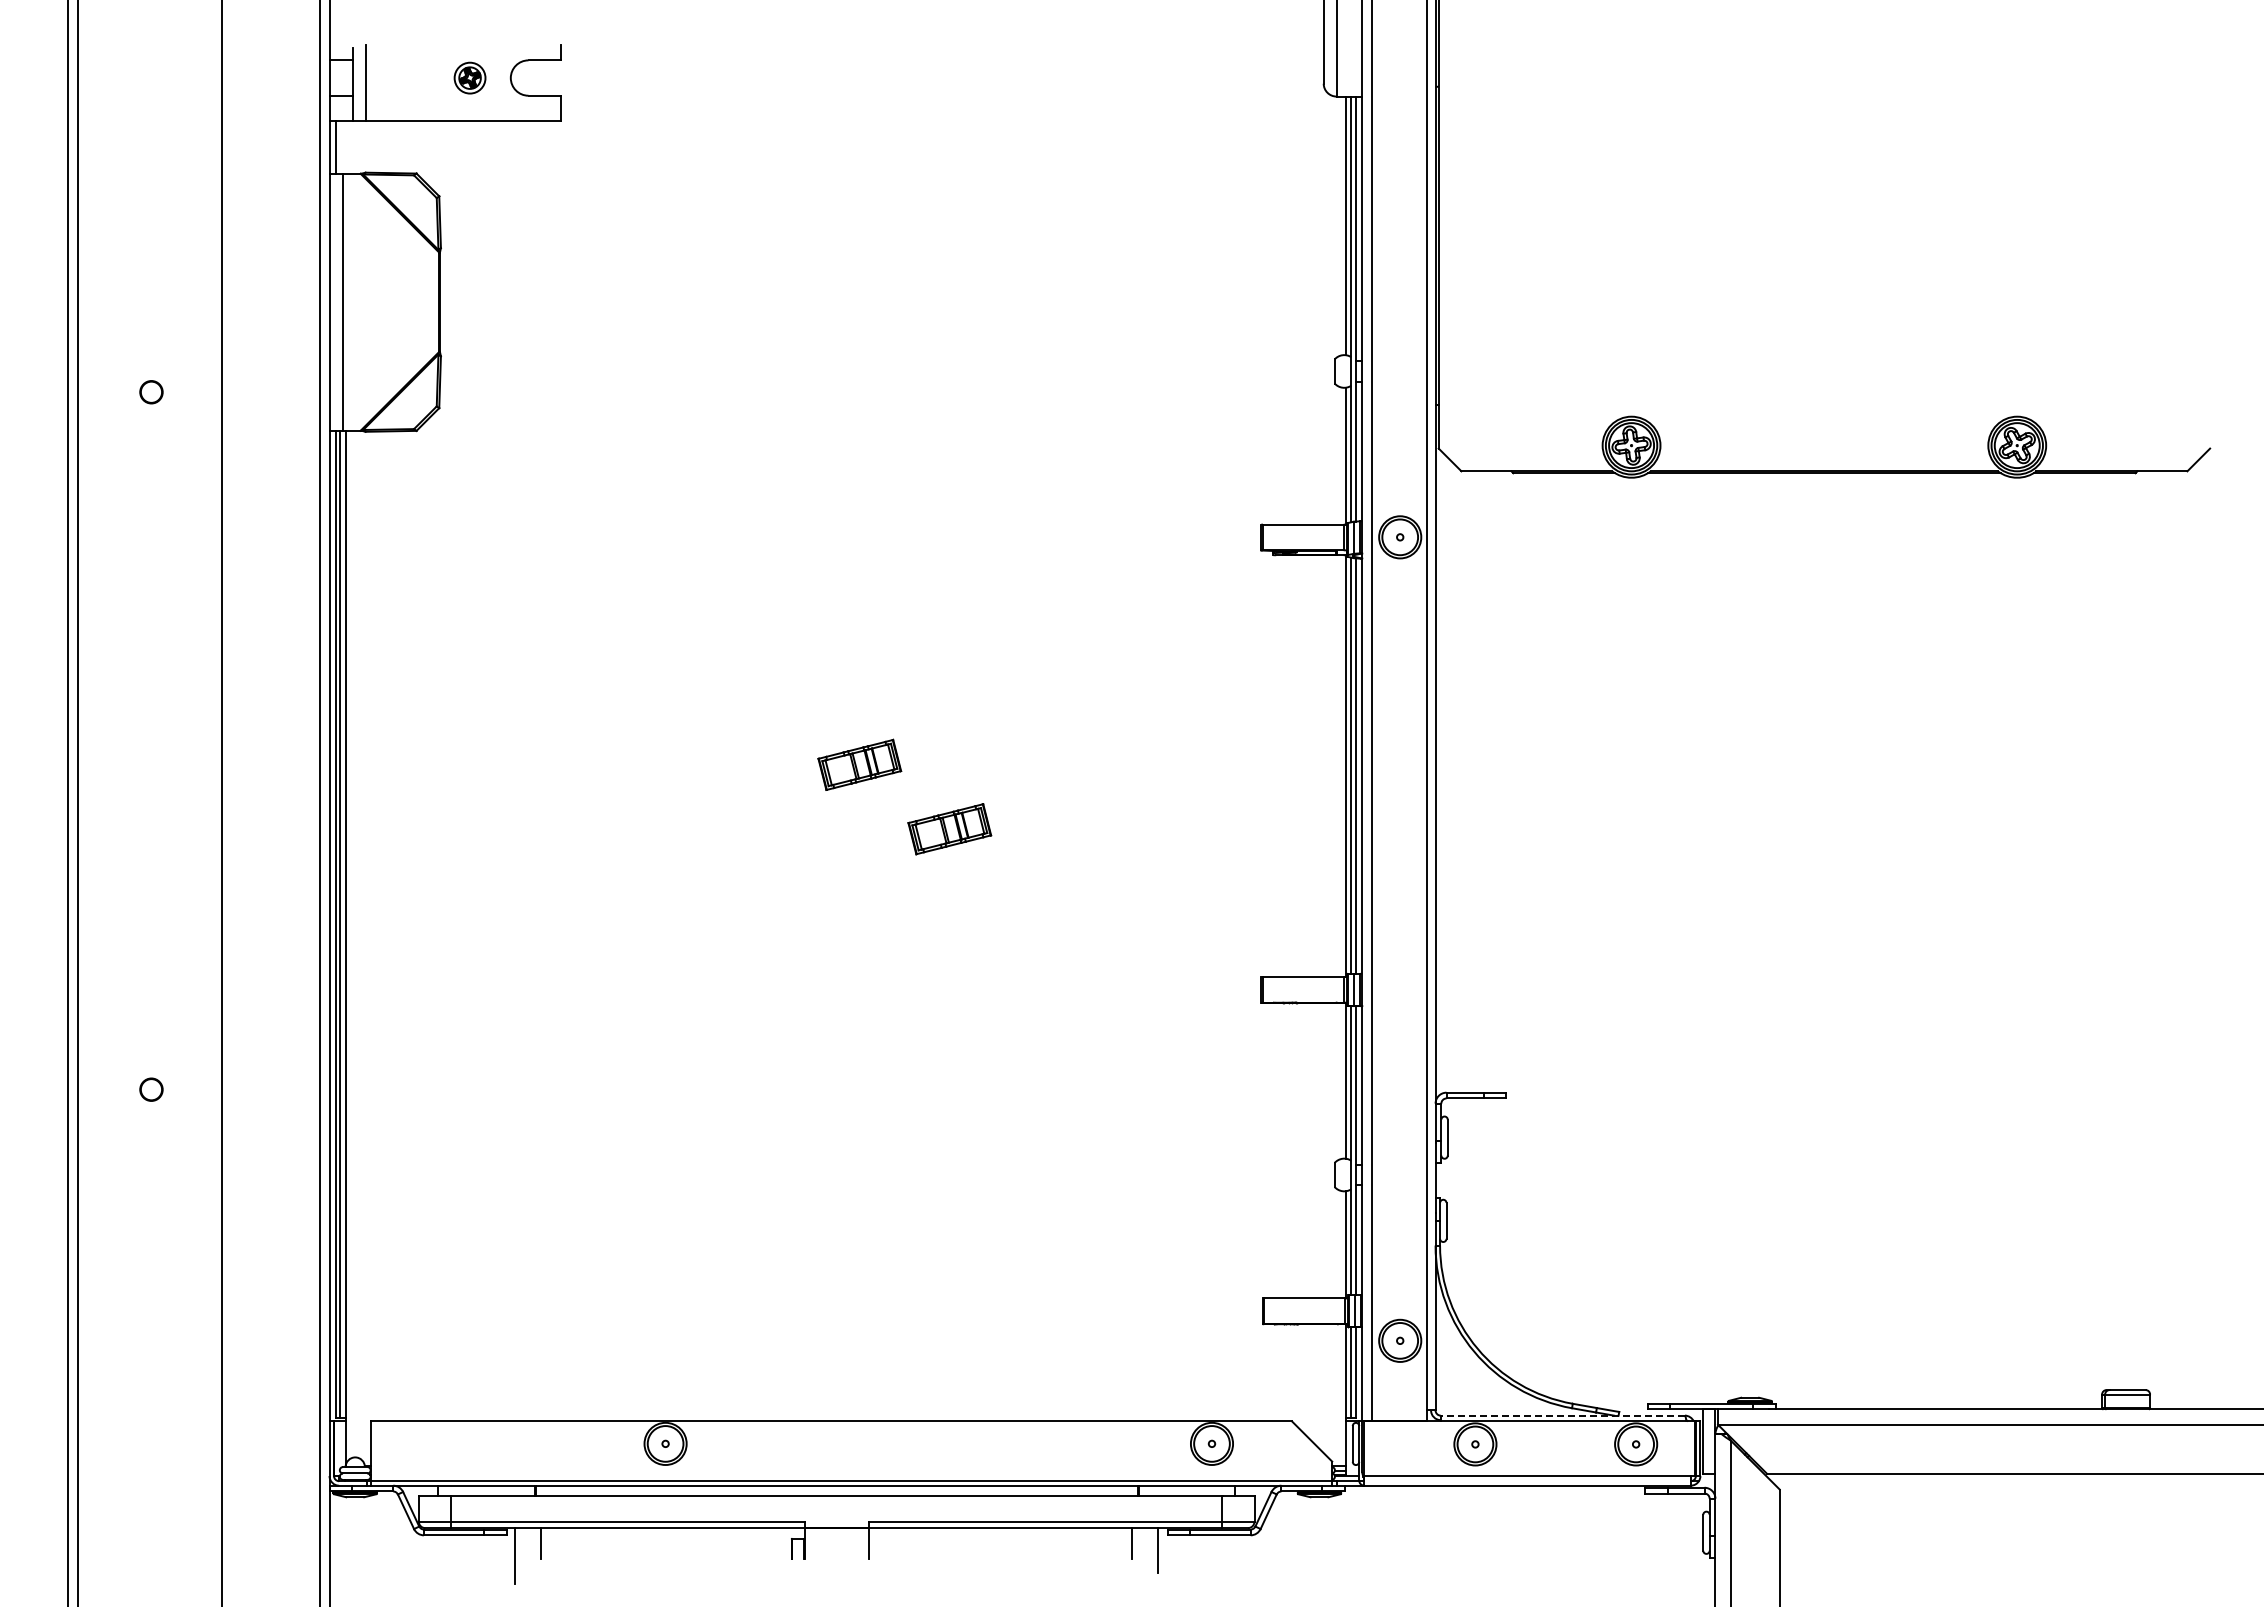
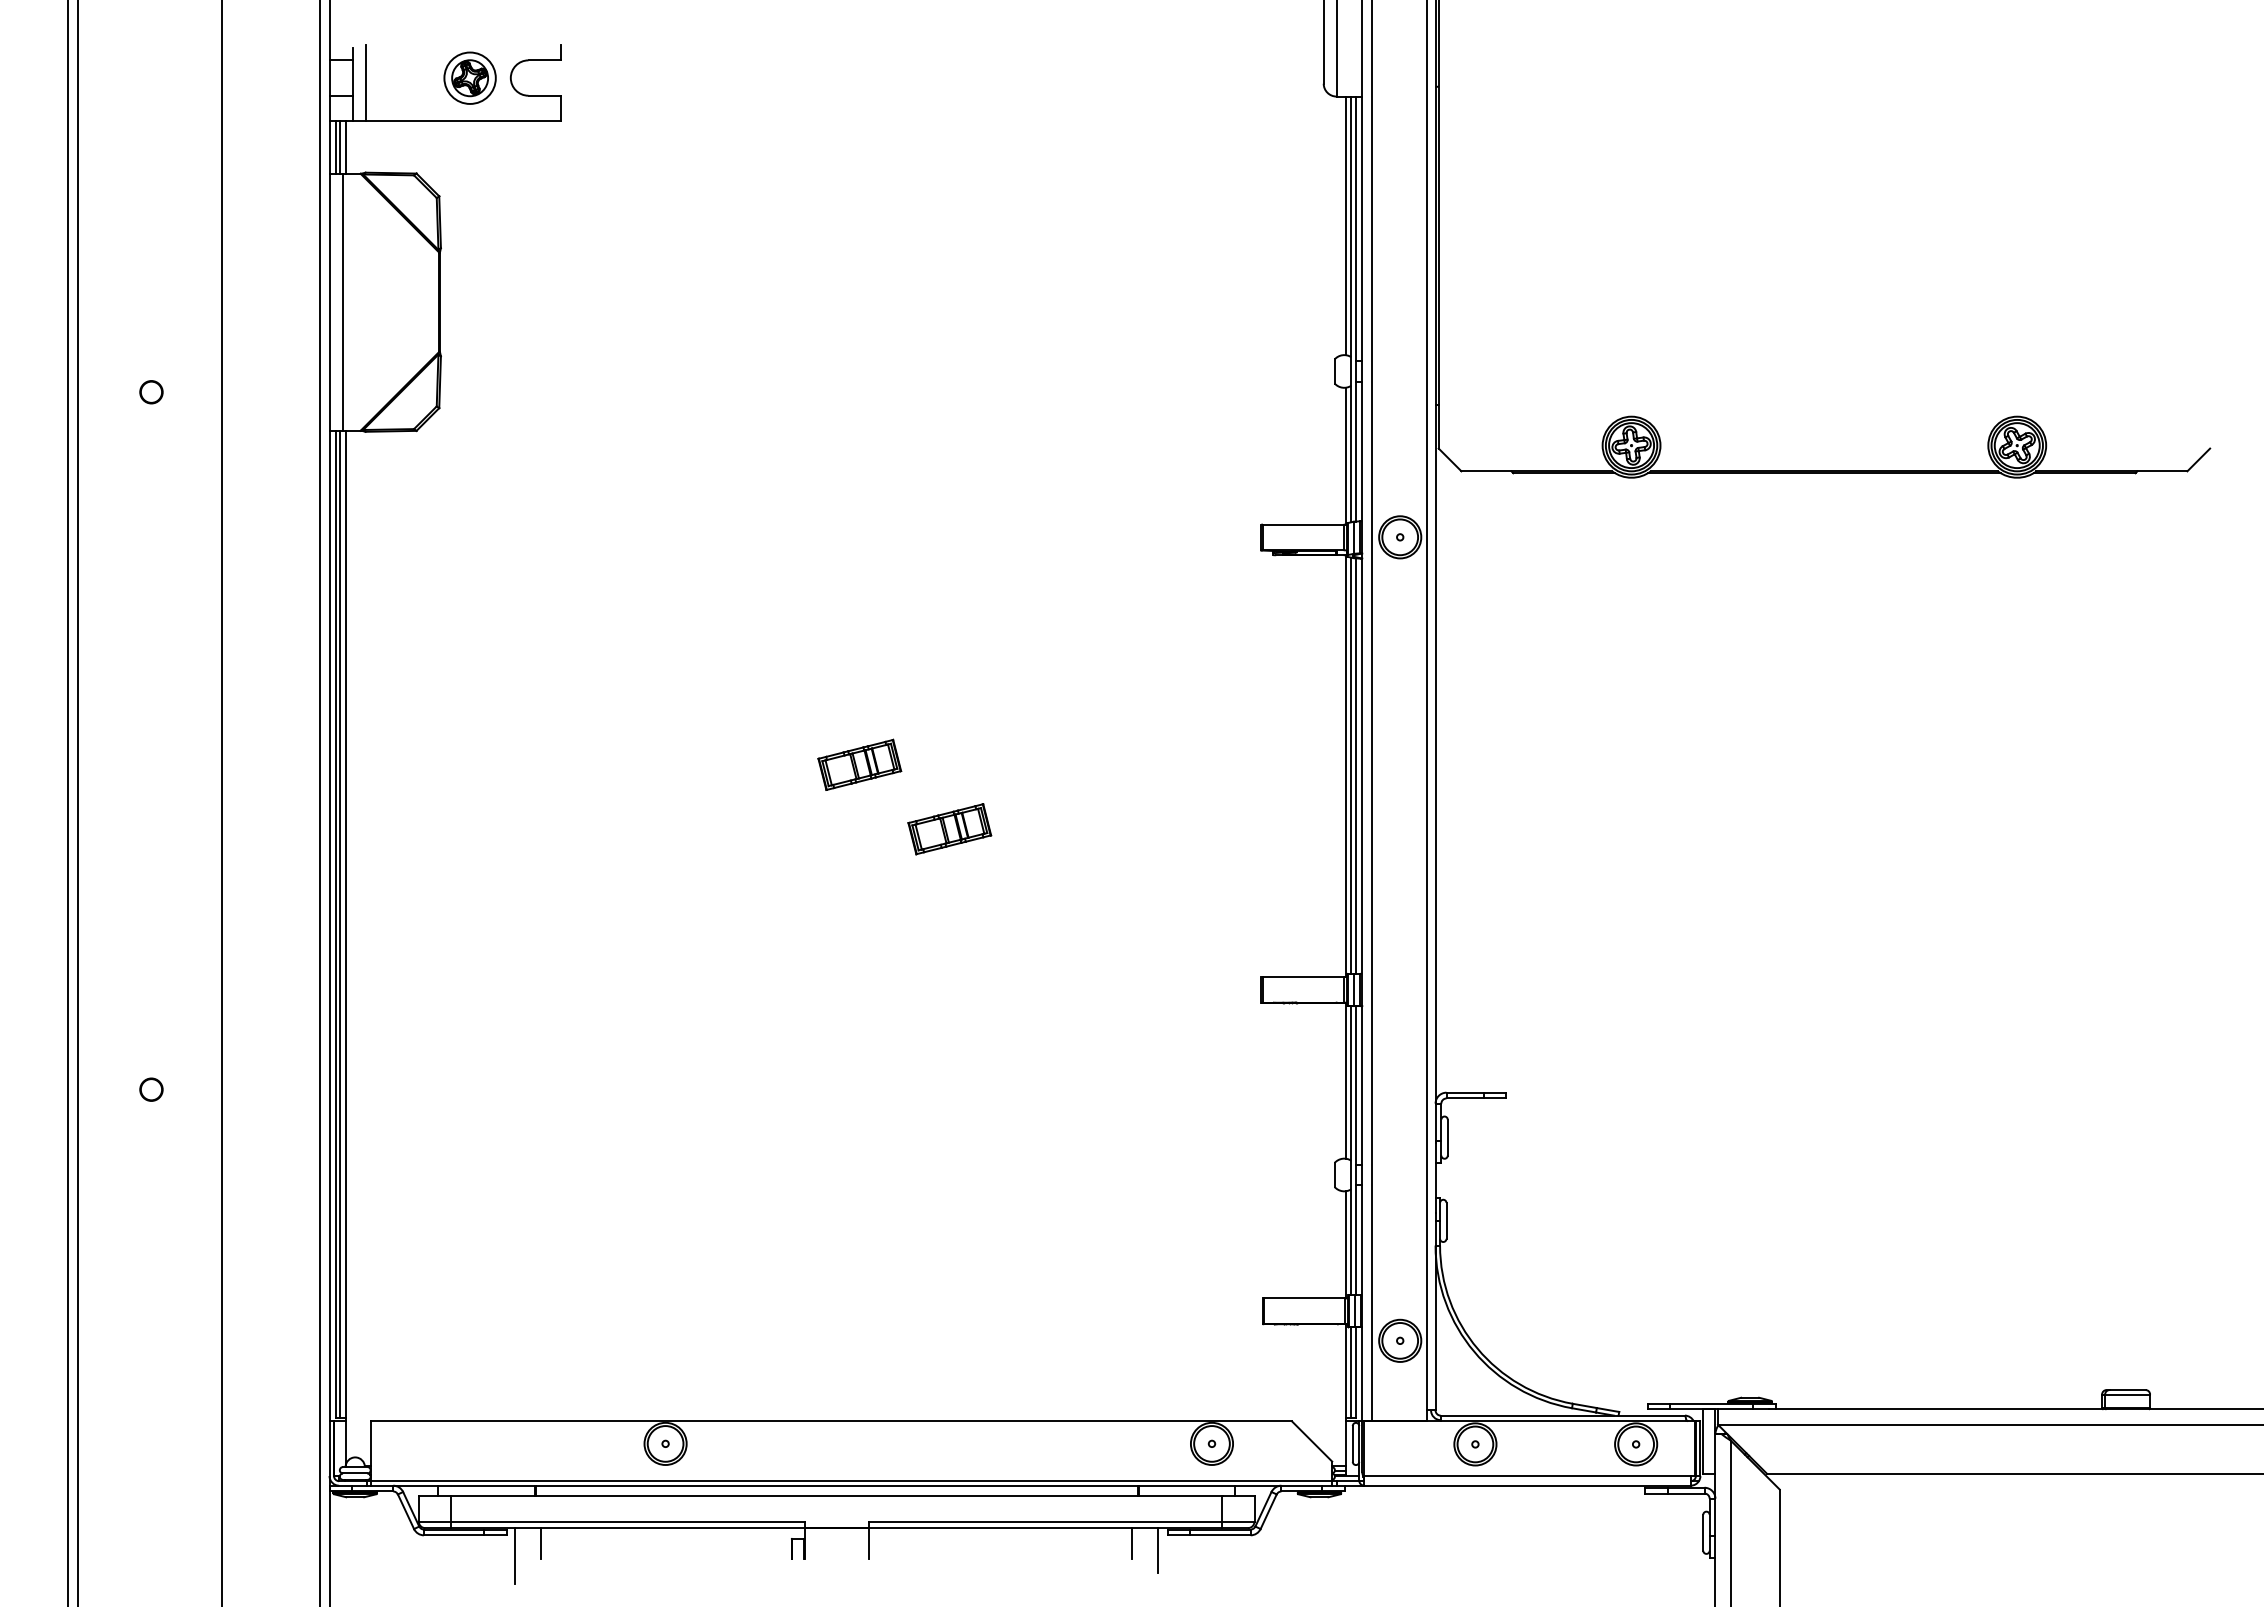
part at (469, 77) size: 34x34 px -> 54x54 px
line at (340, 146): none -> present
line at (345, 146): none -> present
line at (1562, 1415): dashed -> solid
